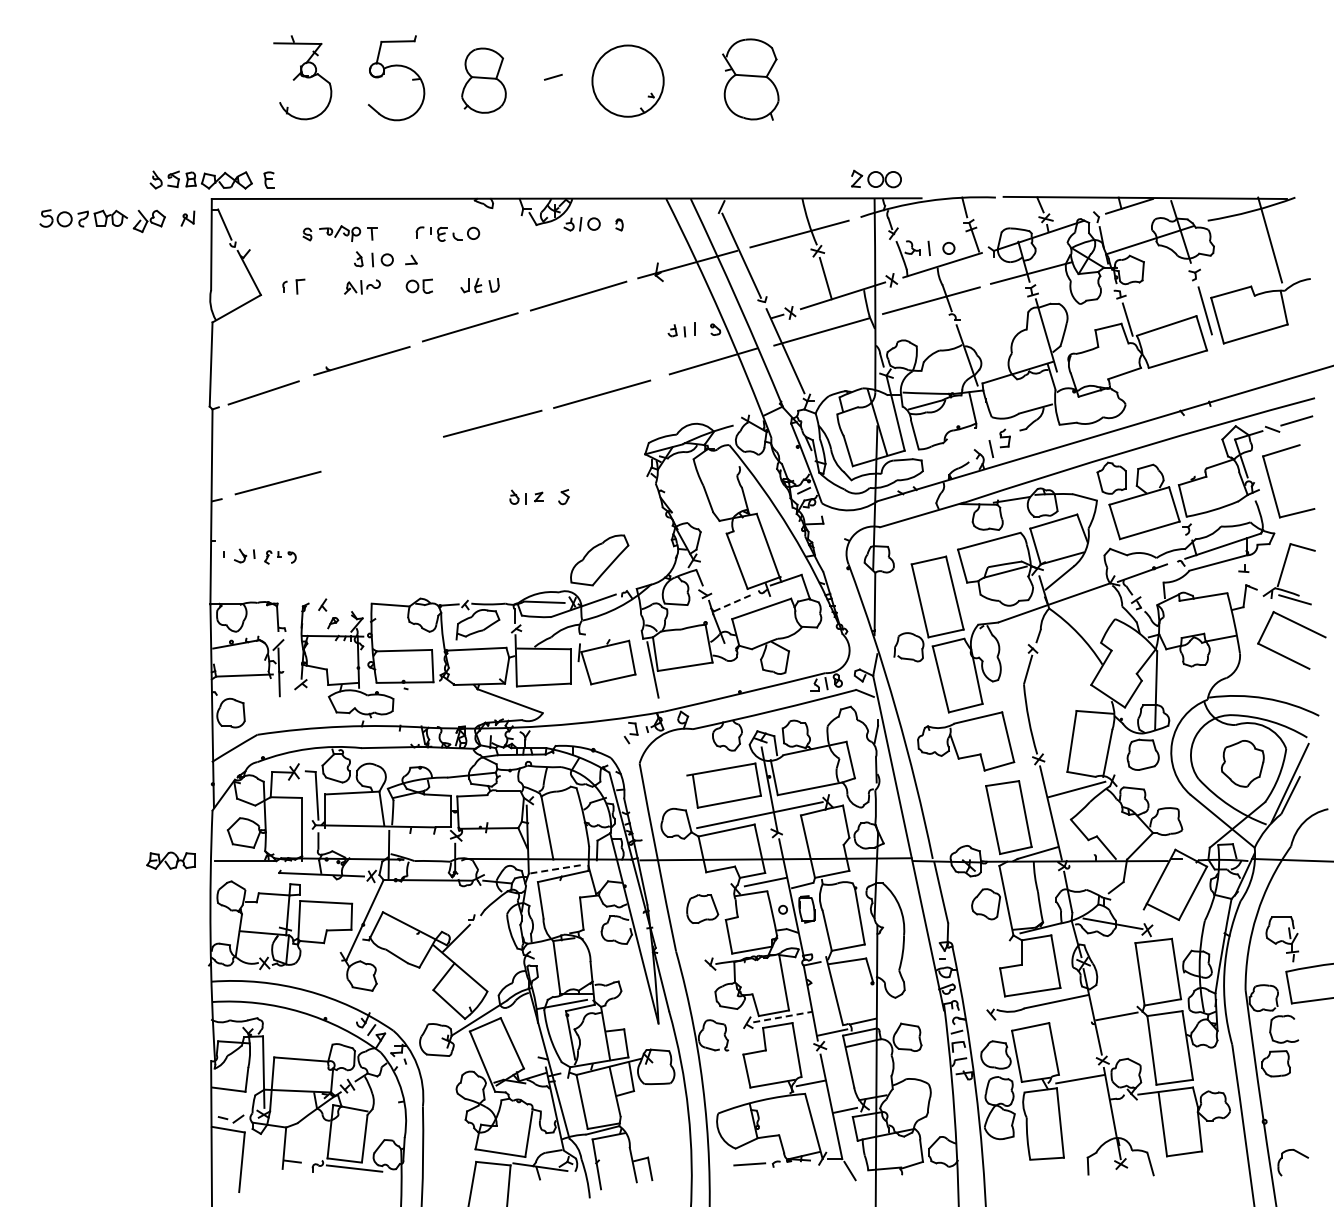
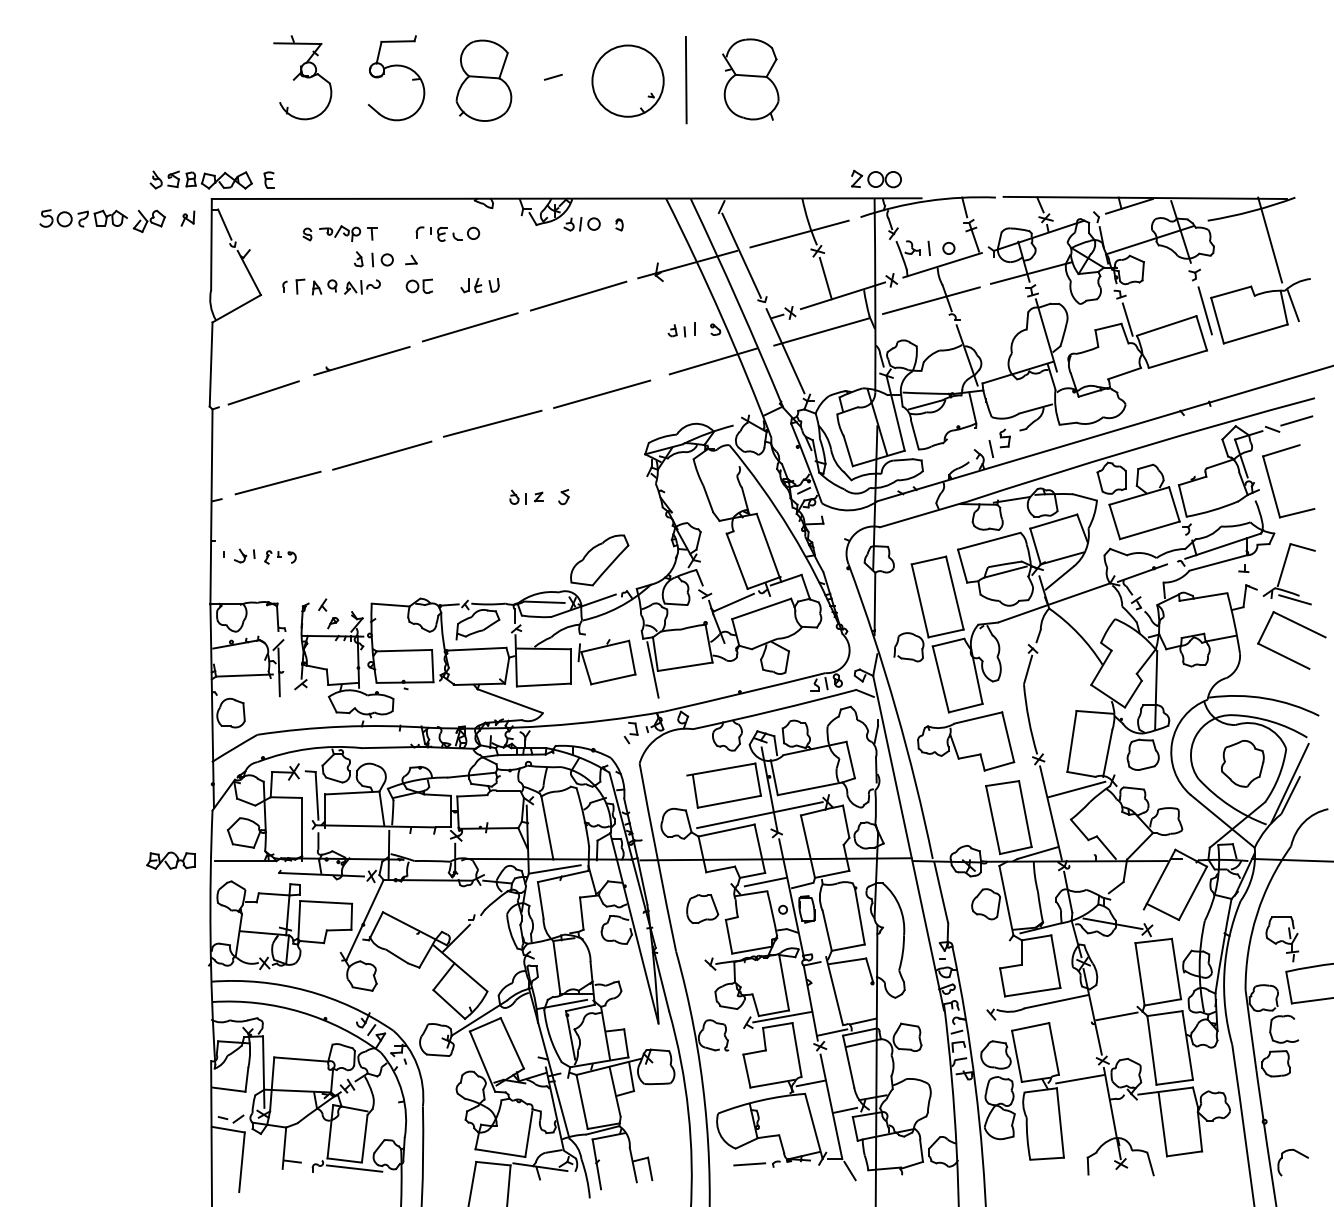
part at (483, 80) size: 46x67 px -> 58x83 px
line at (685, 80): none -> present
part at (324, 287): none -> present
line at (1292, 305): none -> present
line at (382, 455): none -> present
line at (733, 602): dashed -> solid
line at (554, 869): dashed -> solid
line at (782, 1017): dashed -> solid
